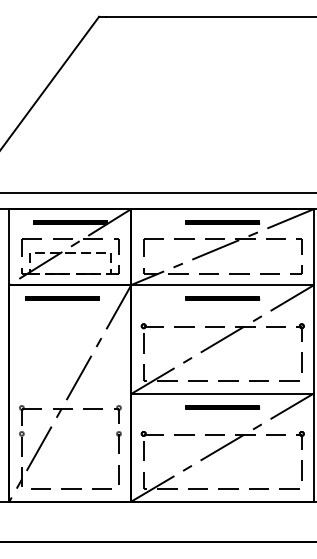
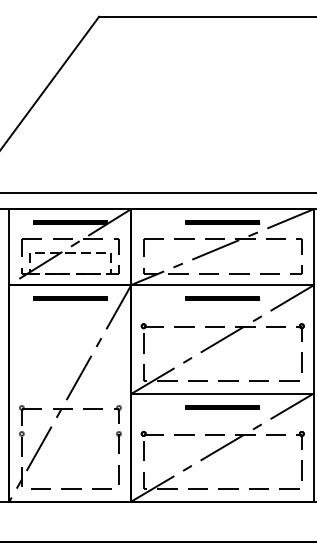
line at (62, 298) position: (62, 298) -> (70, 298)
